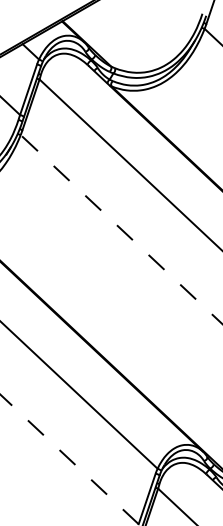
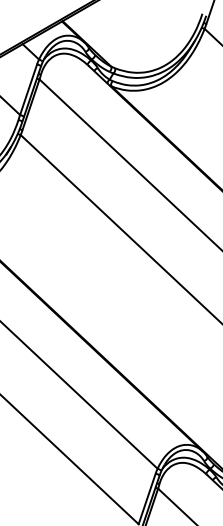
line at (121, 229): dashed -> solid
line at (69, 459): dashed -> solid
